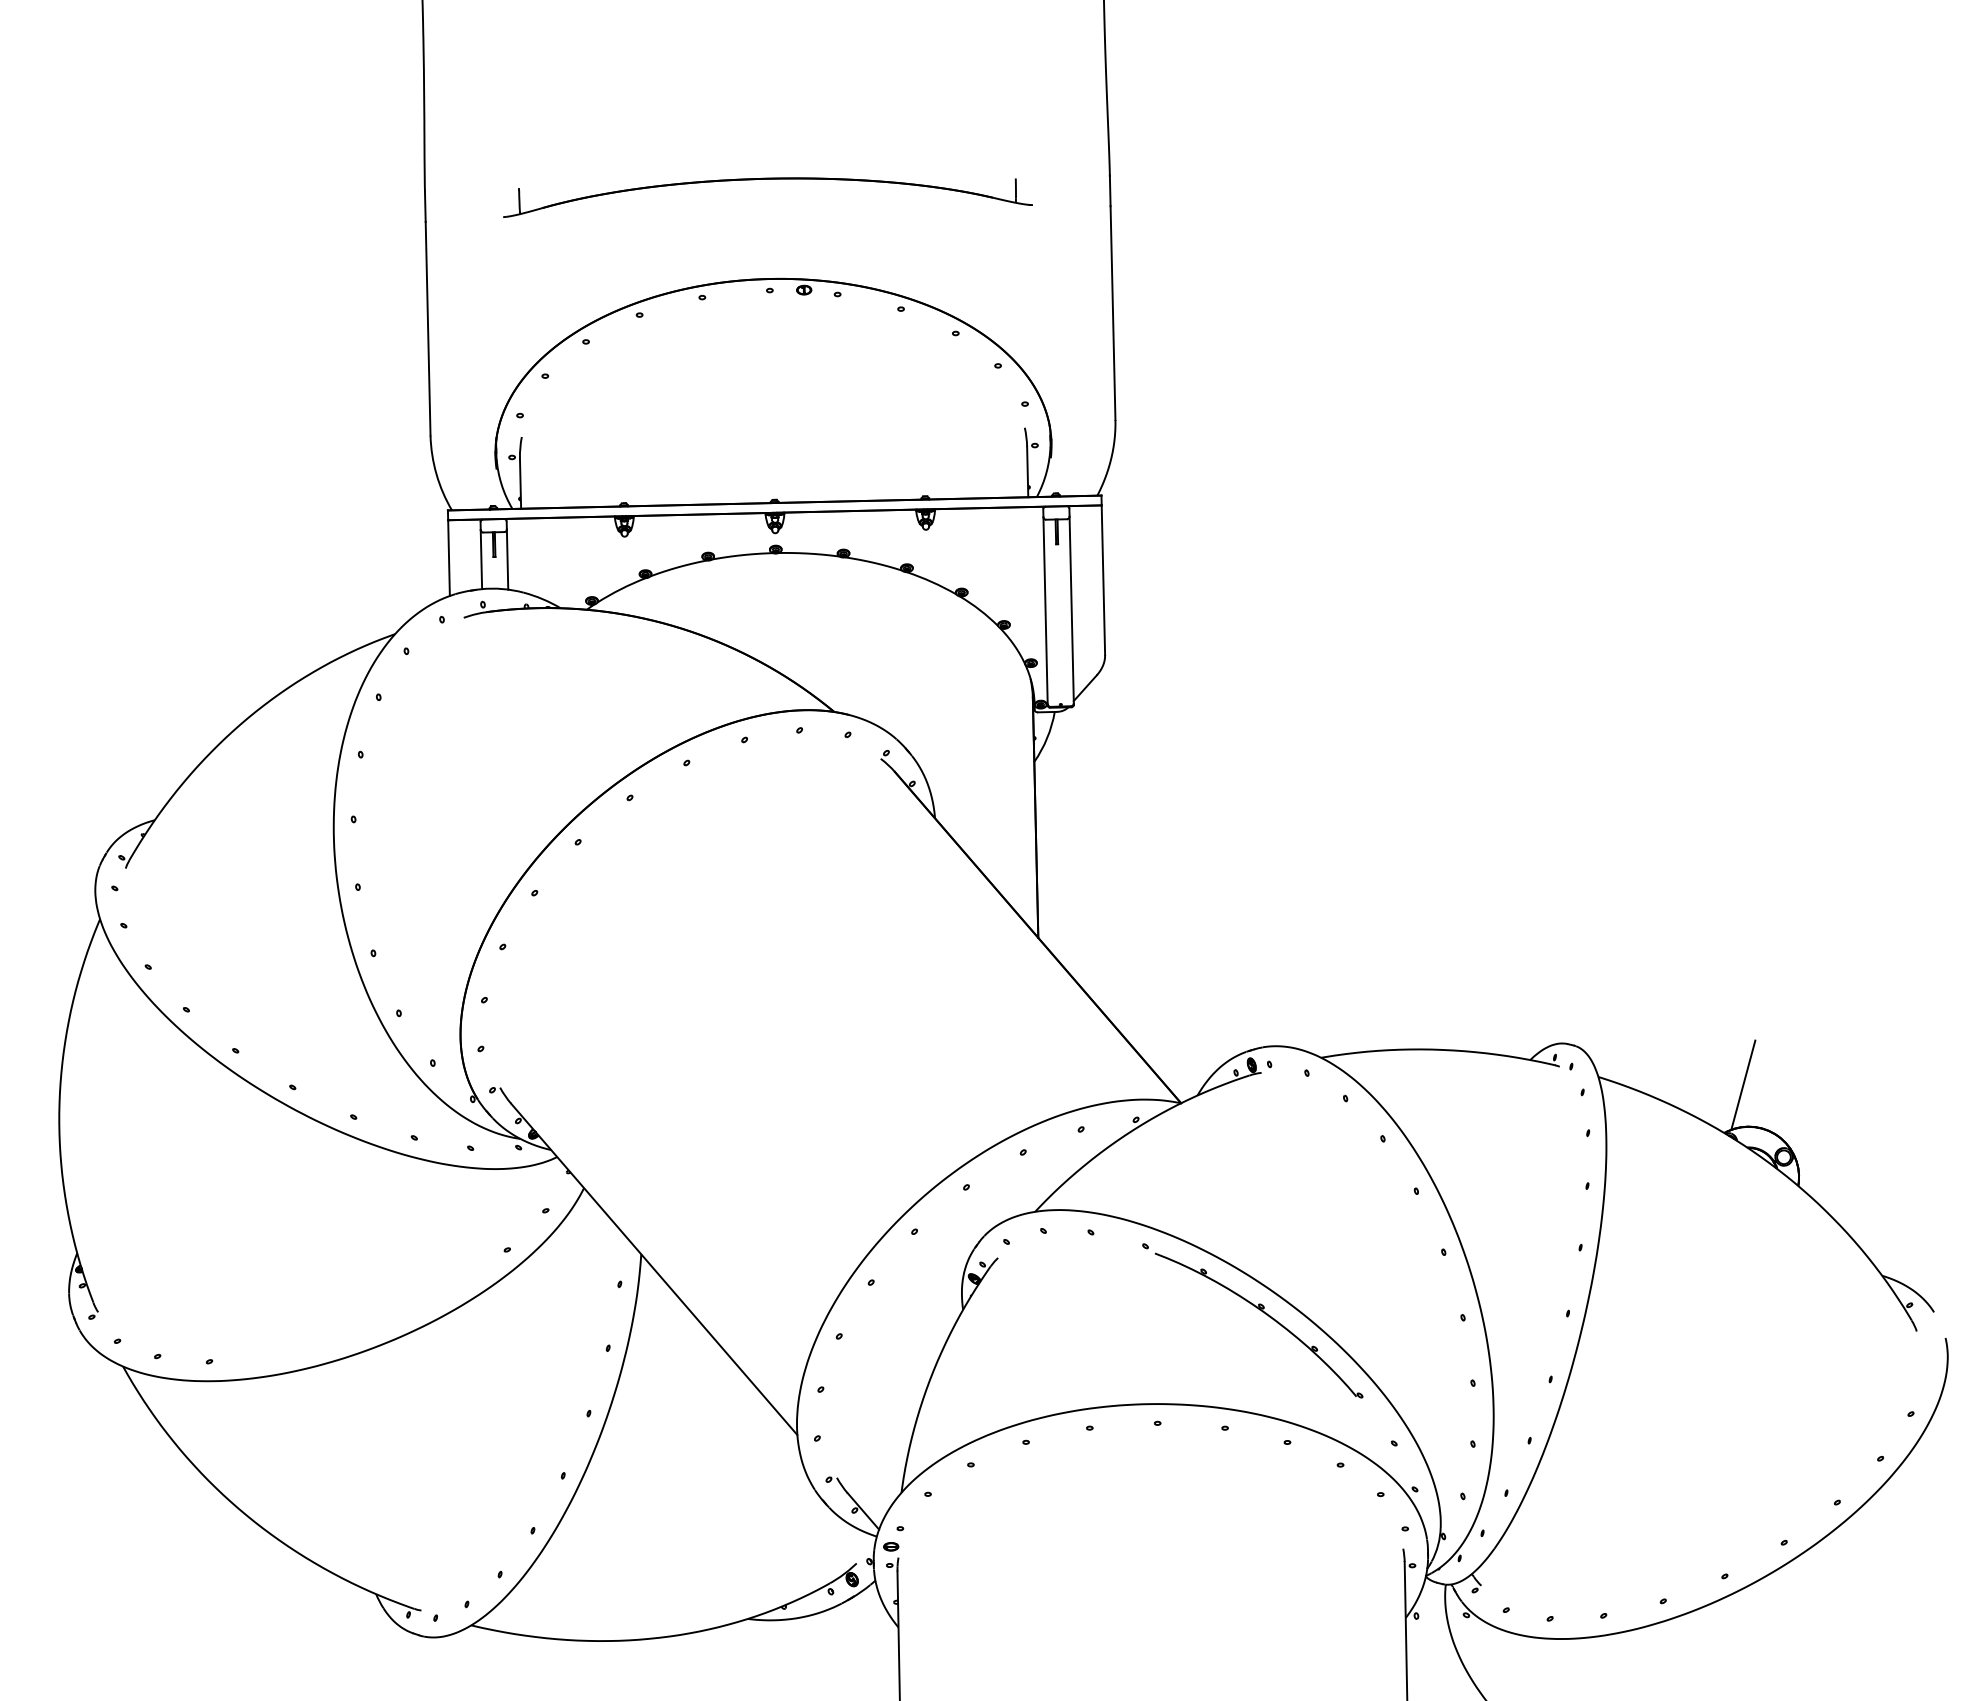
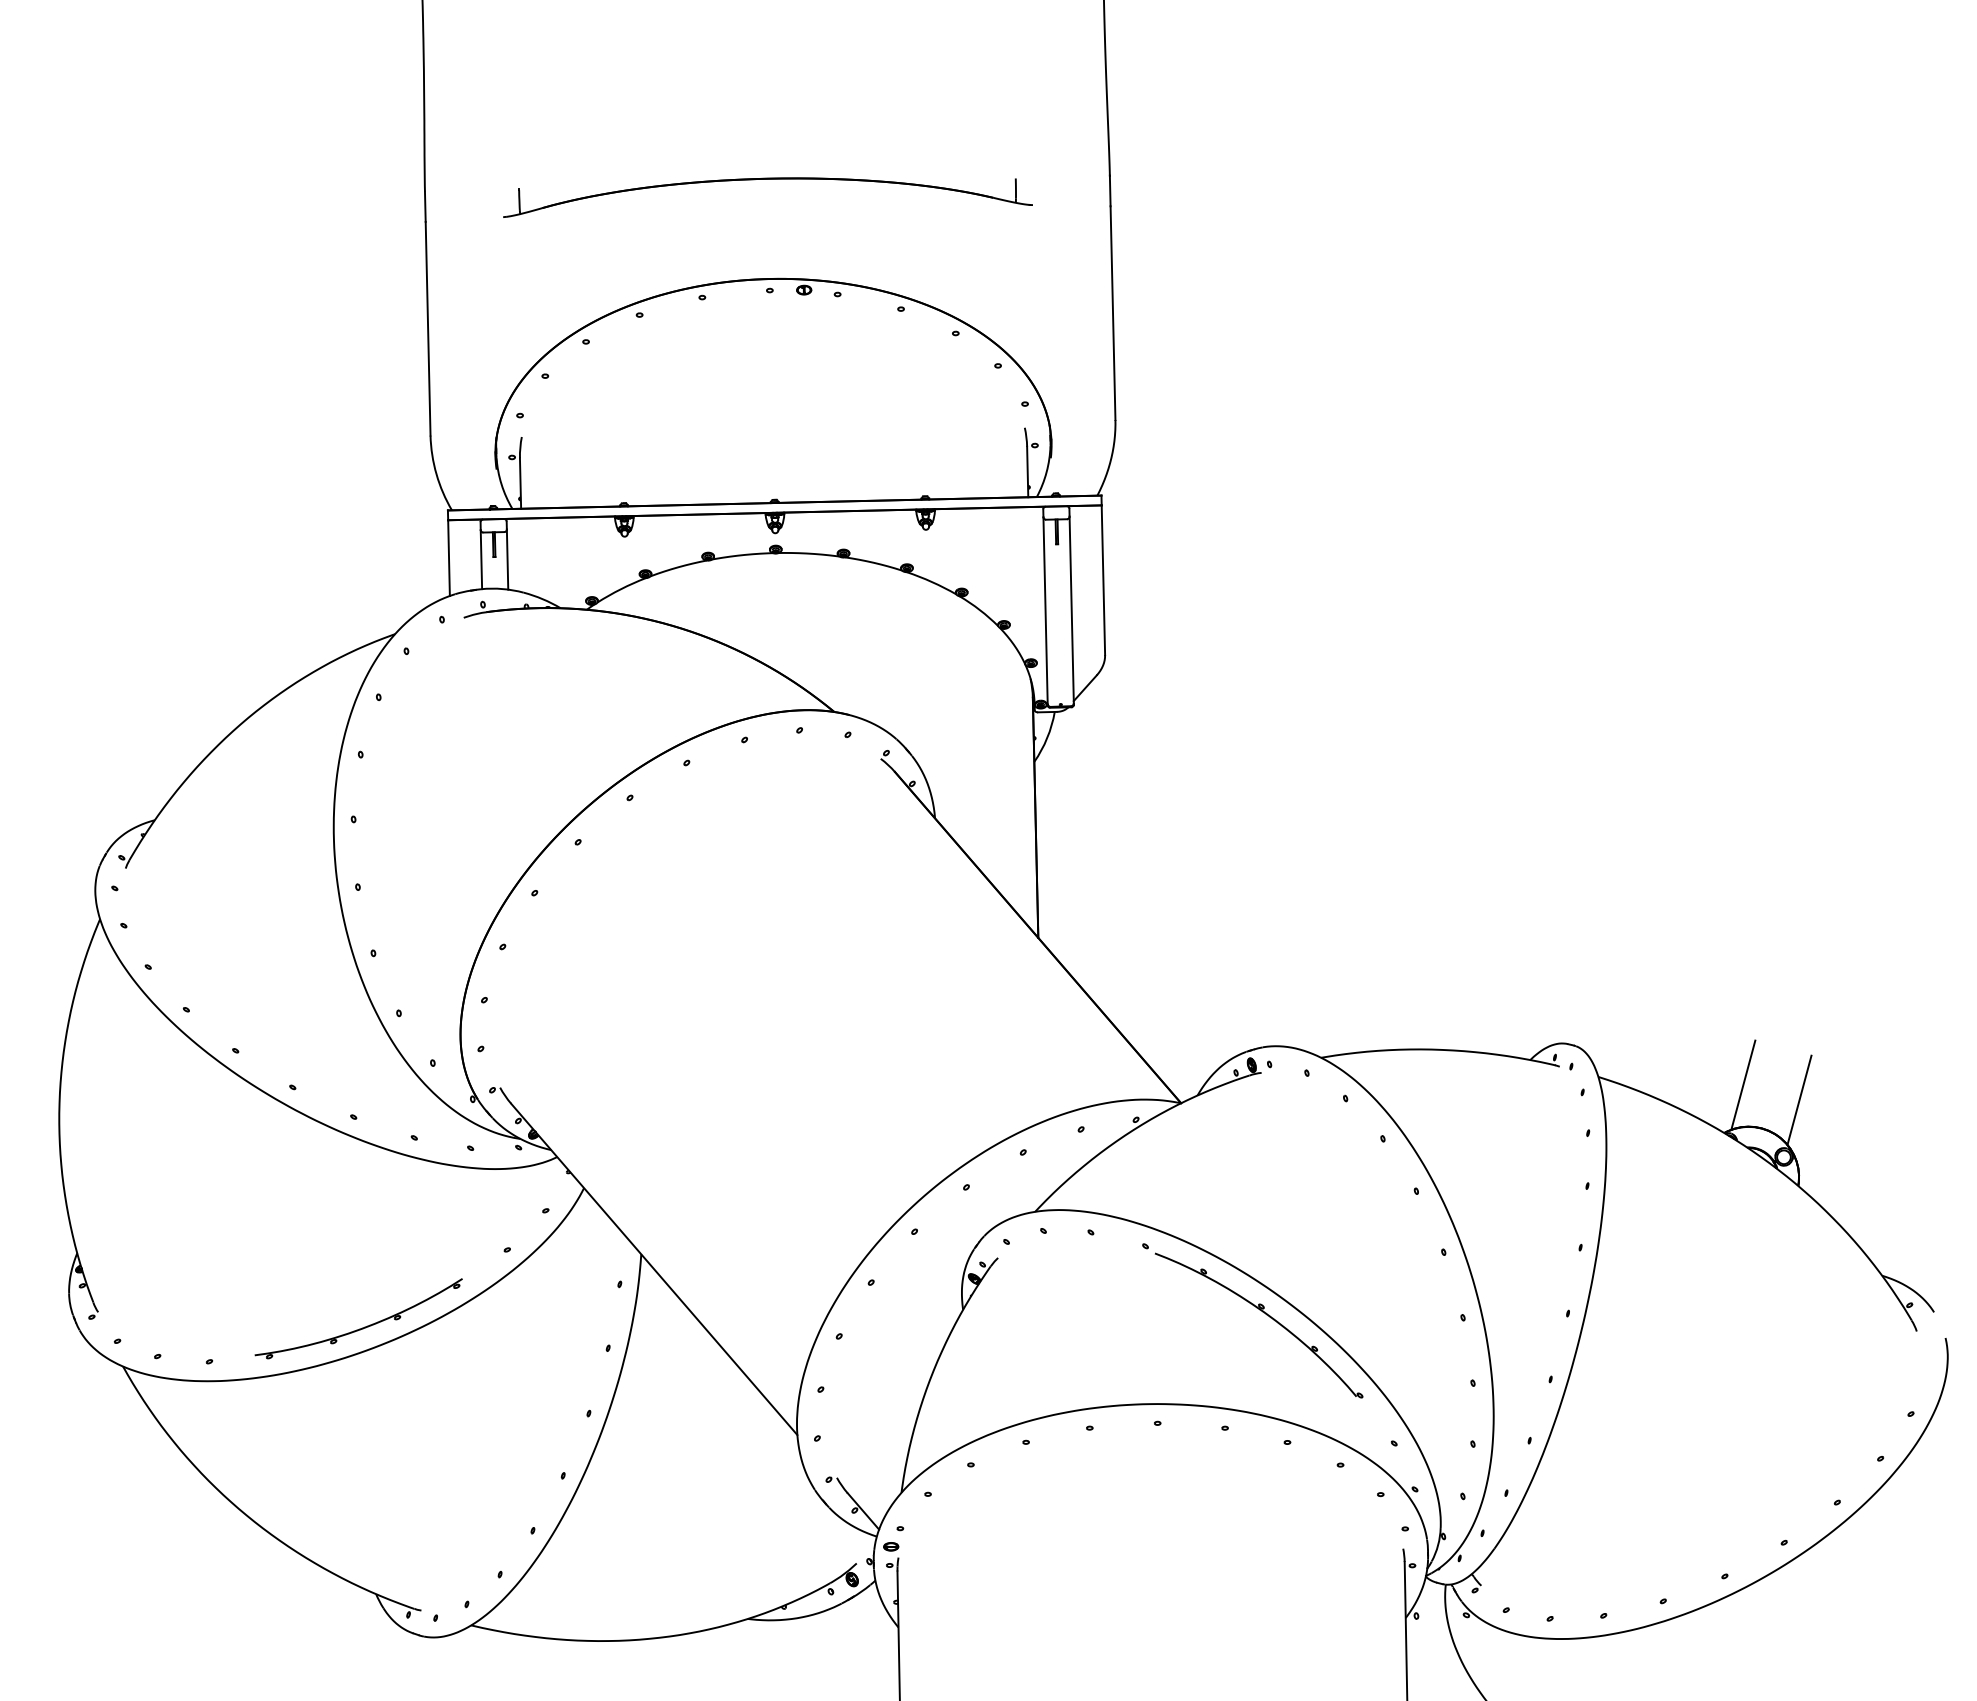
line at (1799, 1099): none -> present
part at (362, 1327): none -> present
